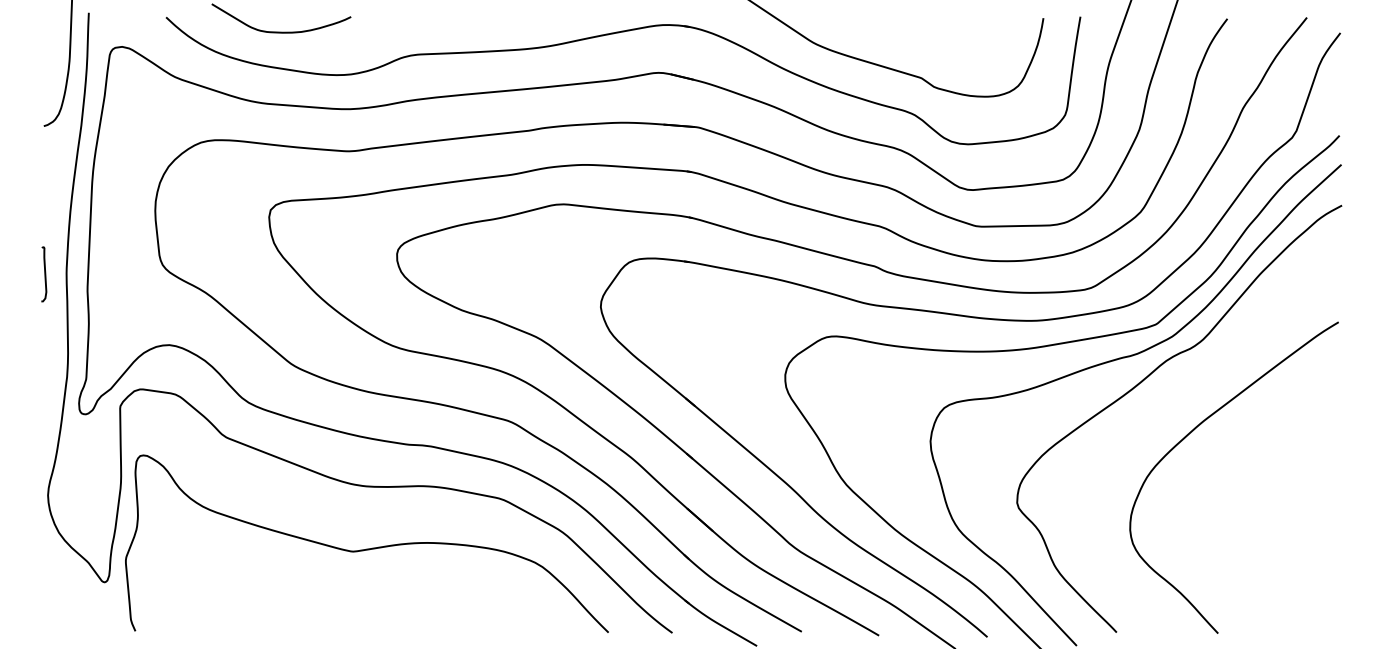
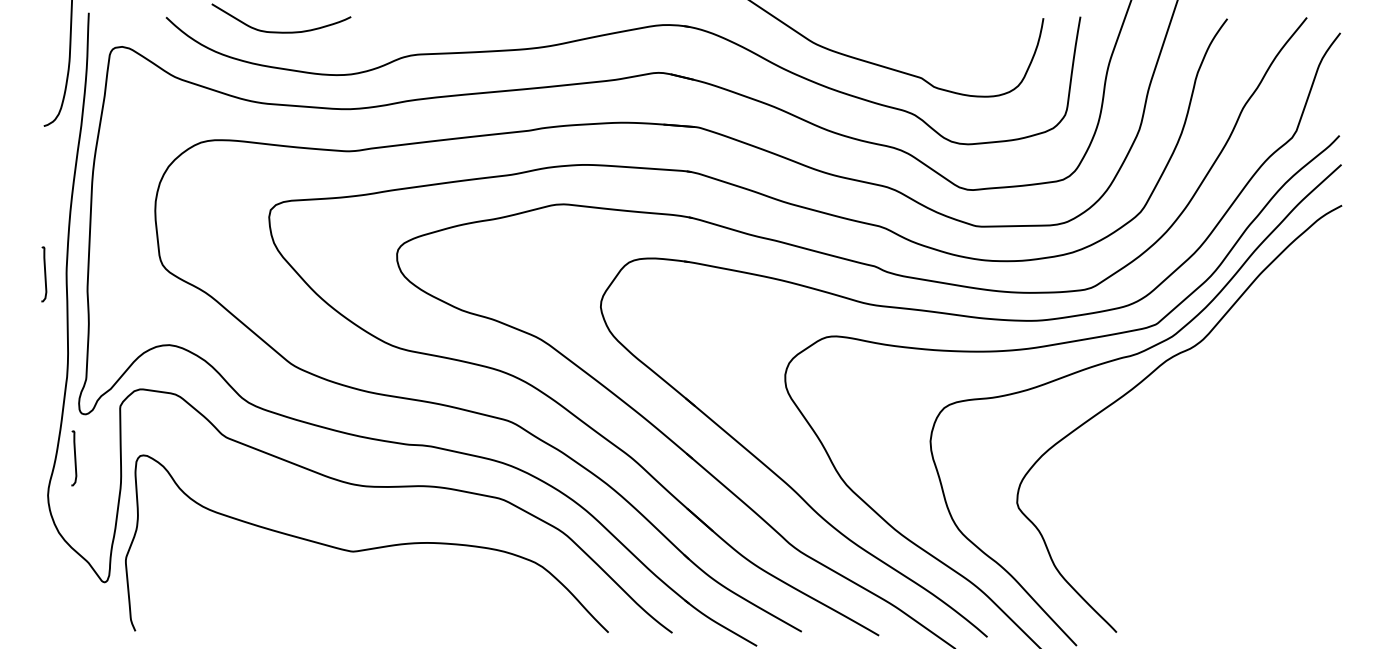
curve at (1192, 432): present -> none
curve at (74, 458): none -> present
